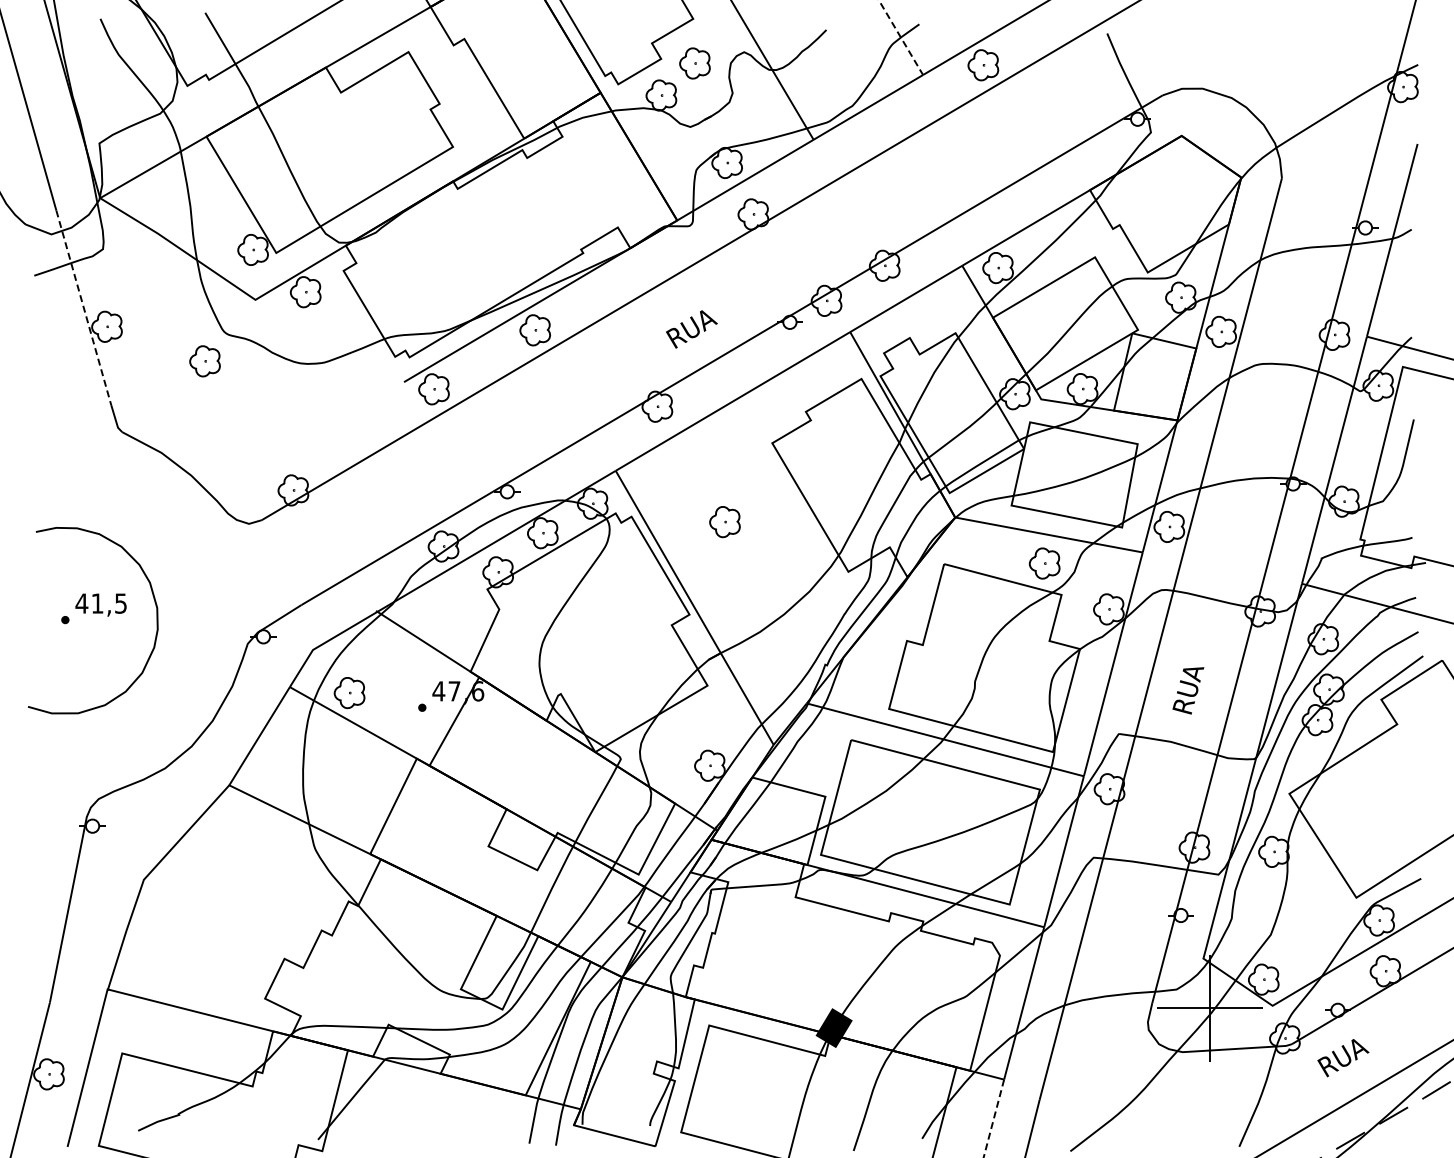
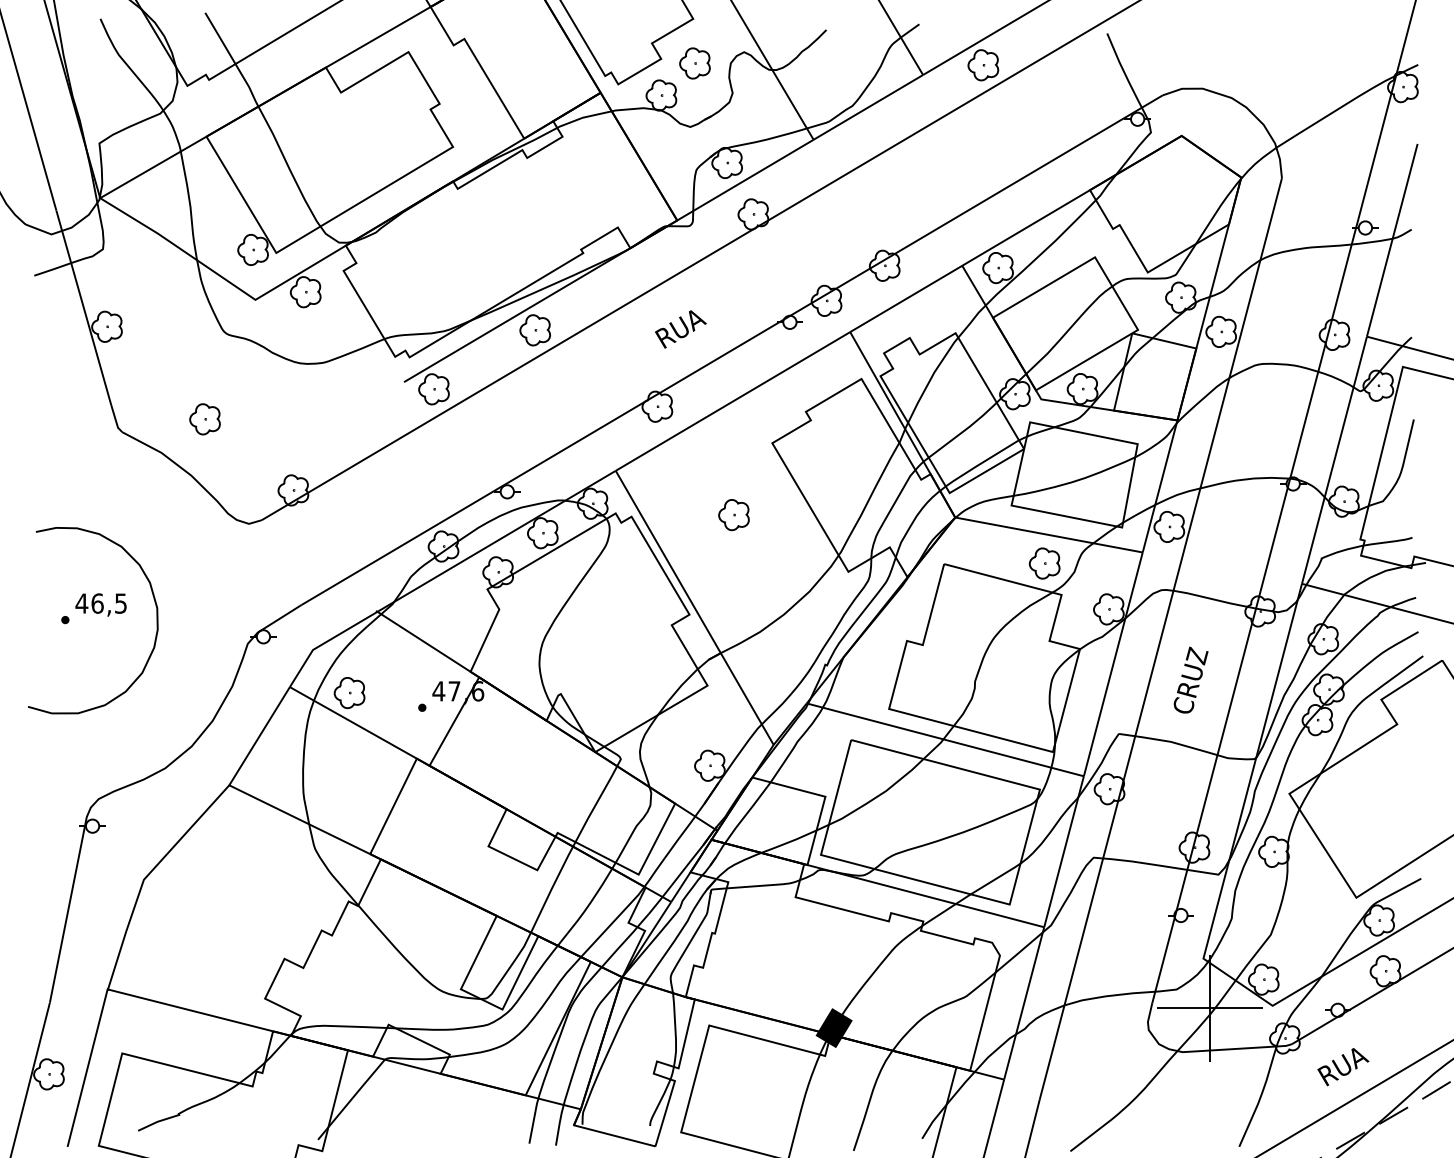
line at (901, 38): dashed -> solid
line at (83, 307): dashed -> solid
text at (691, 329) position: (691, 329) -> (680, 329)
part at (204, 361) position: (204, 361) -> (204, 419)
part at (724, 522) position: (724, 522) -> (733, 515)
text at (97, 603): 41,5 -> 46,5
text at (1190, 680): RUA -> CRUZ
text at (1343, 1058) position: (1343, 1058) -> (1343, 1067)
line at (993, 1119): dashed -> solid
